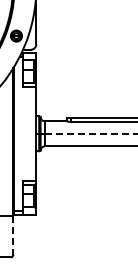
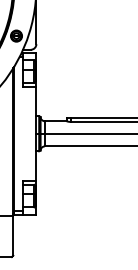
line at (91, 133): dashed -> solid
line at (13, 235): dashed -> solid
